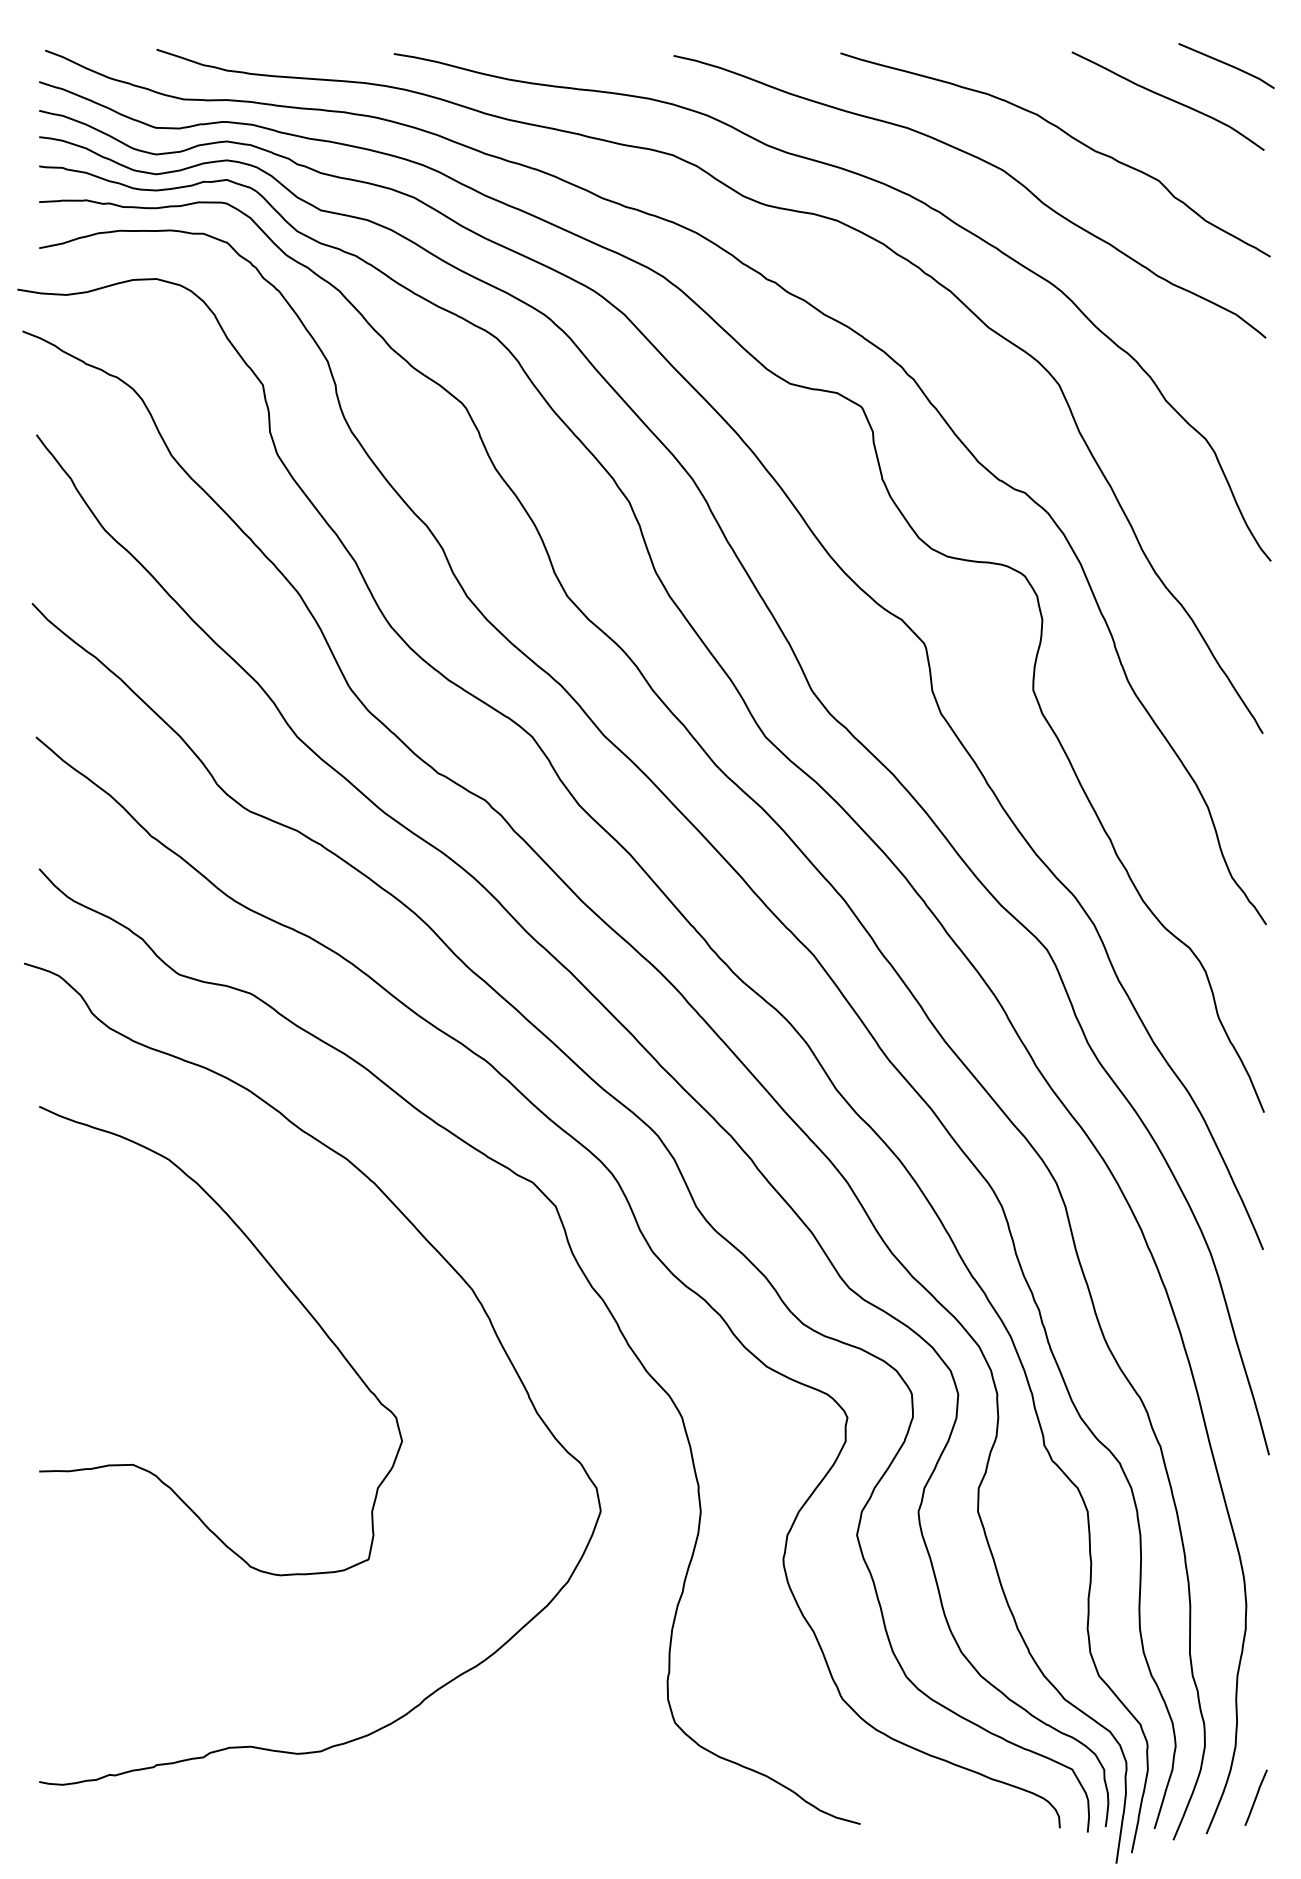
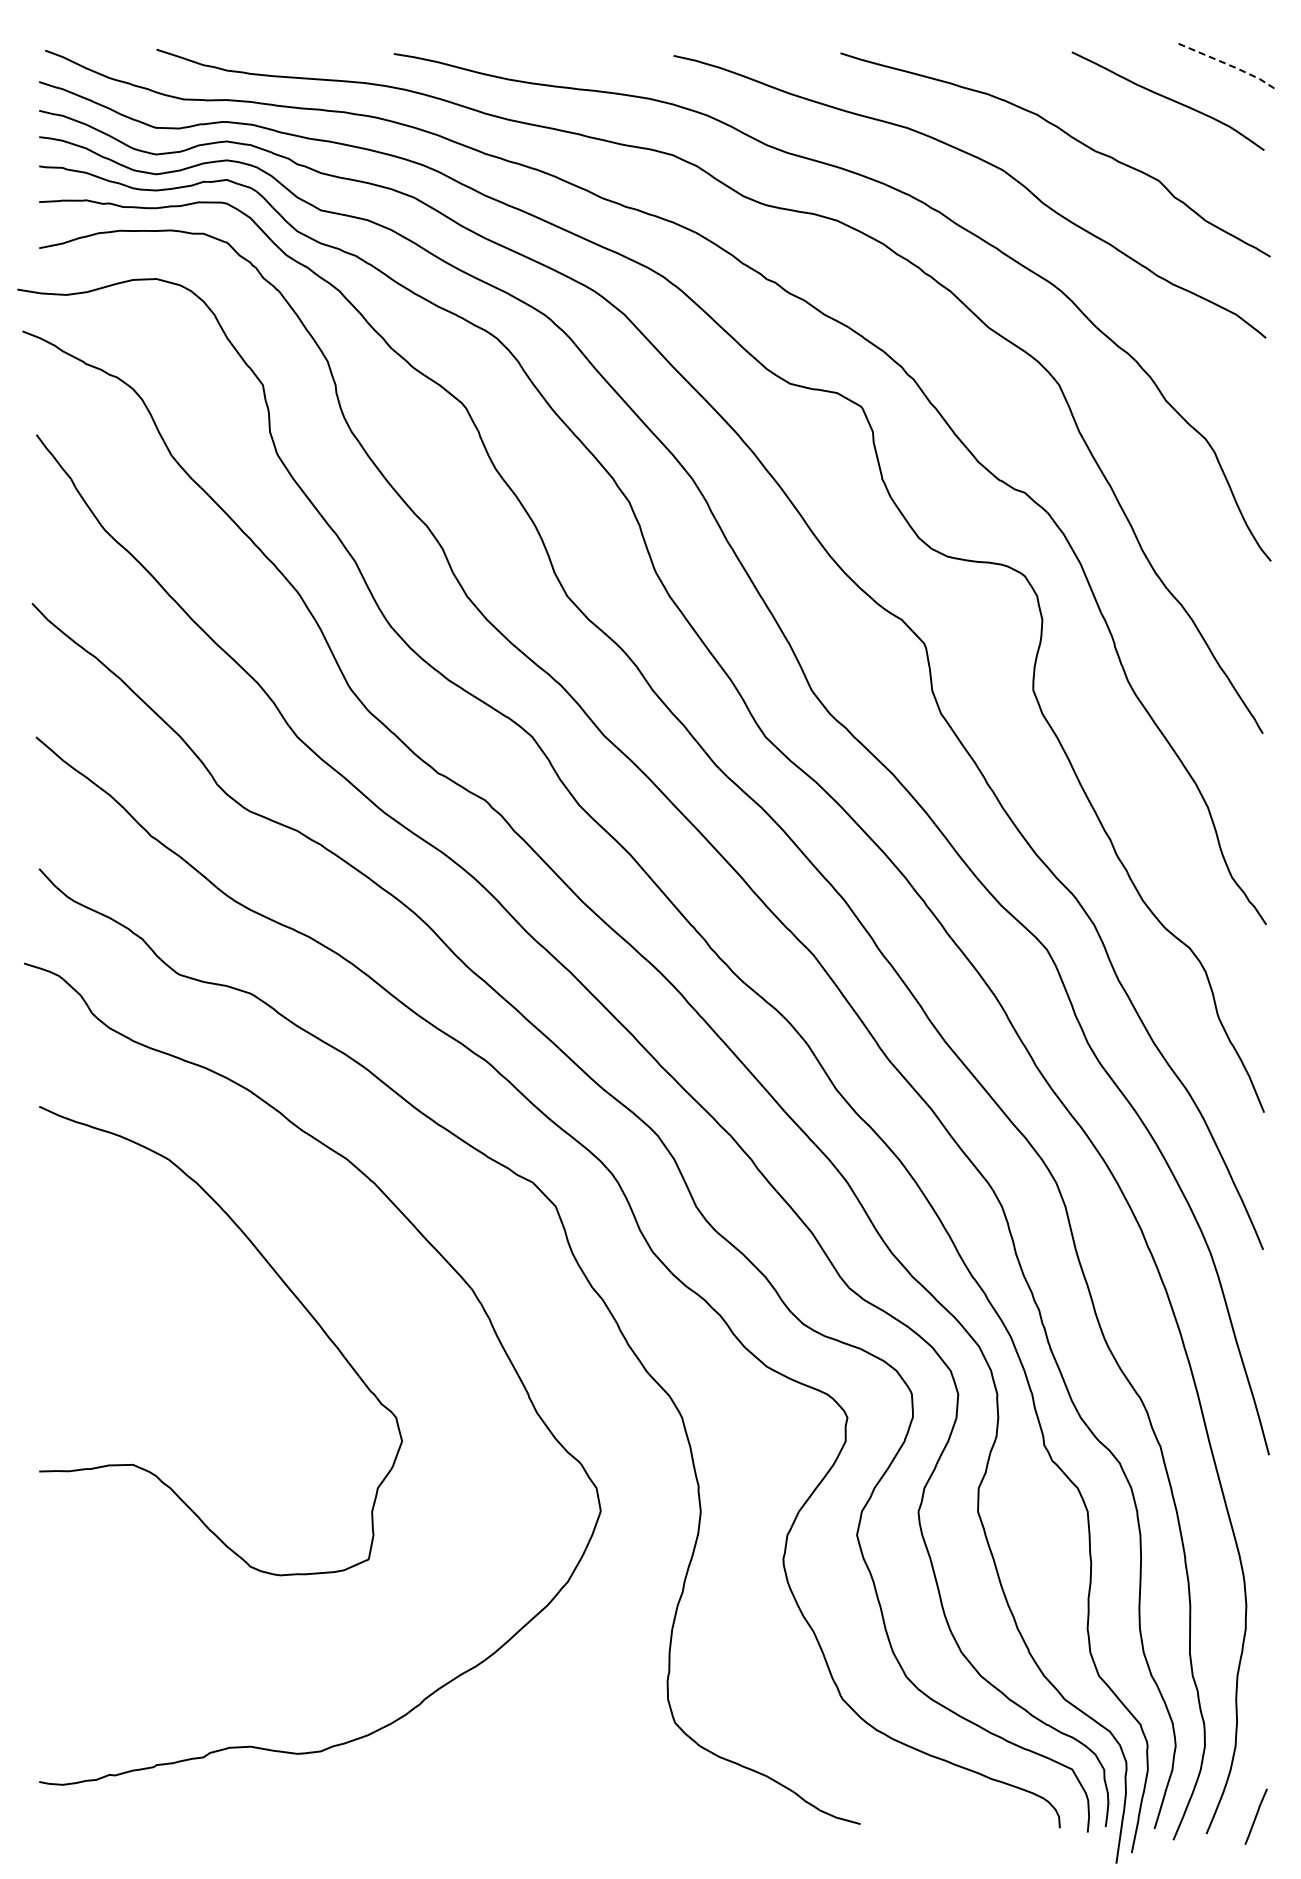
line at (1228, 64): solid -> dashed
line at (1255, 1797) position: (1255, 1797) -> (1255, 1816)
